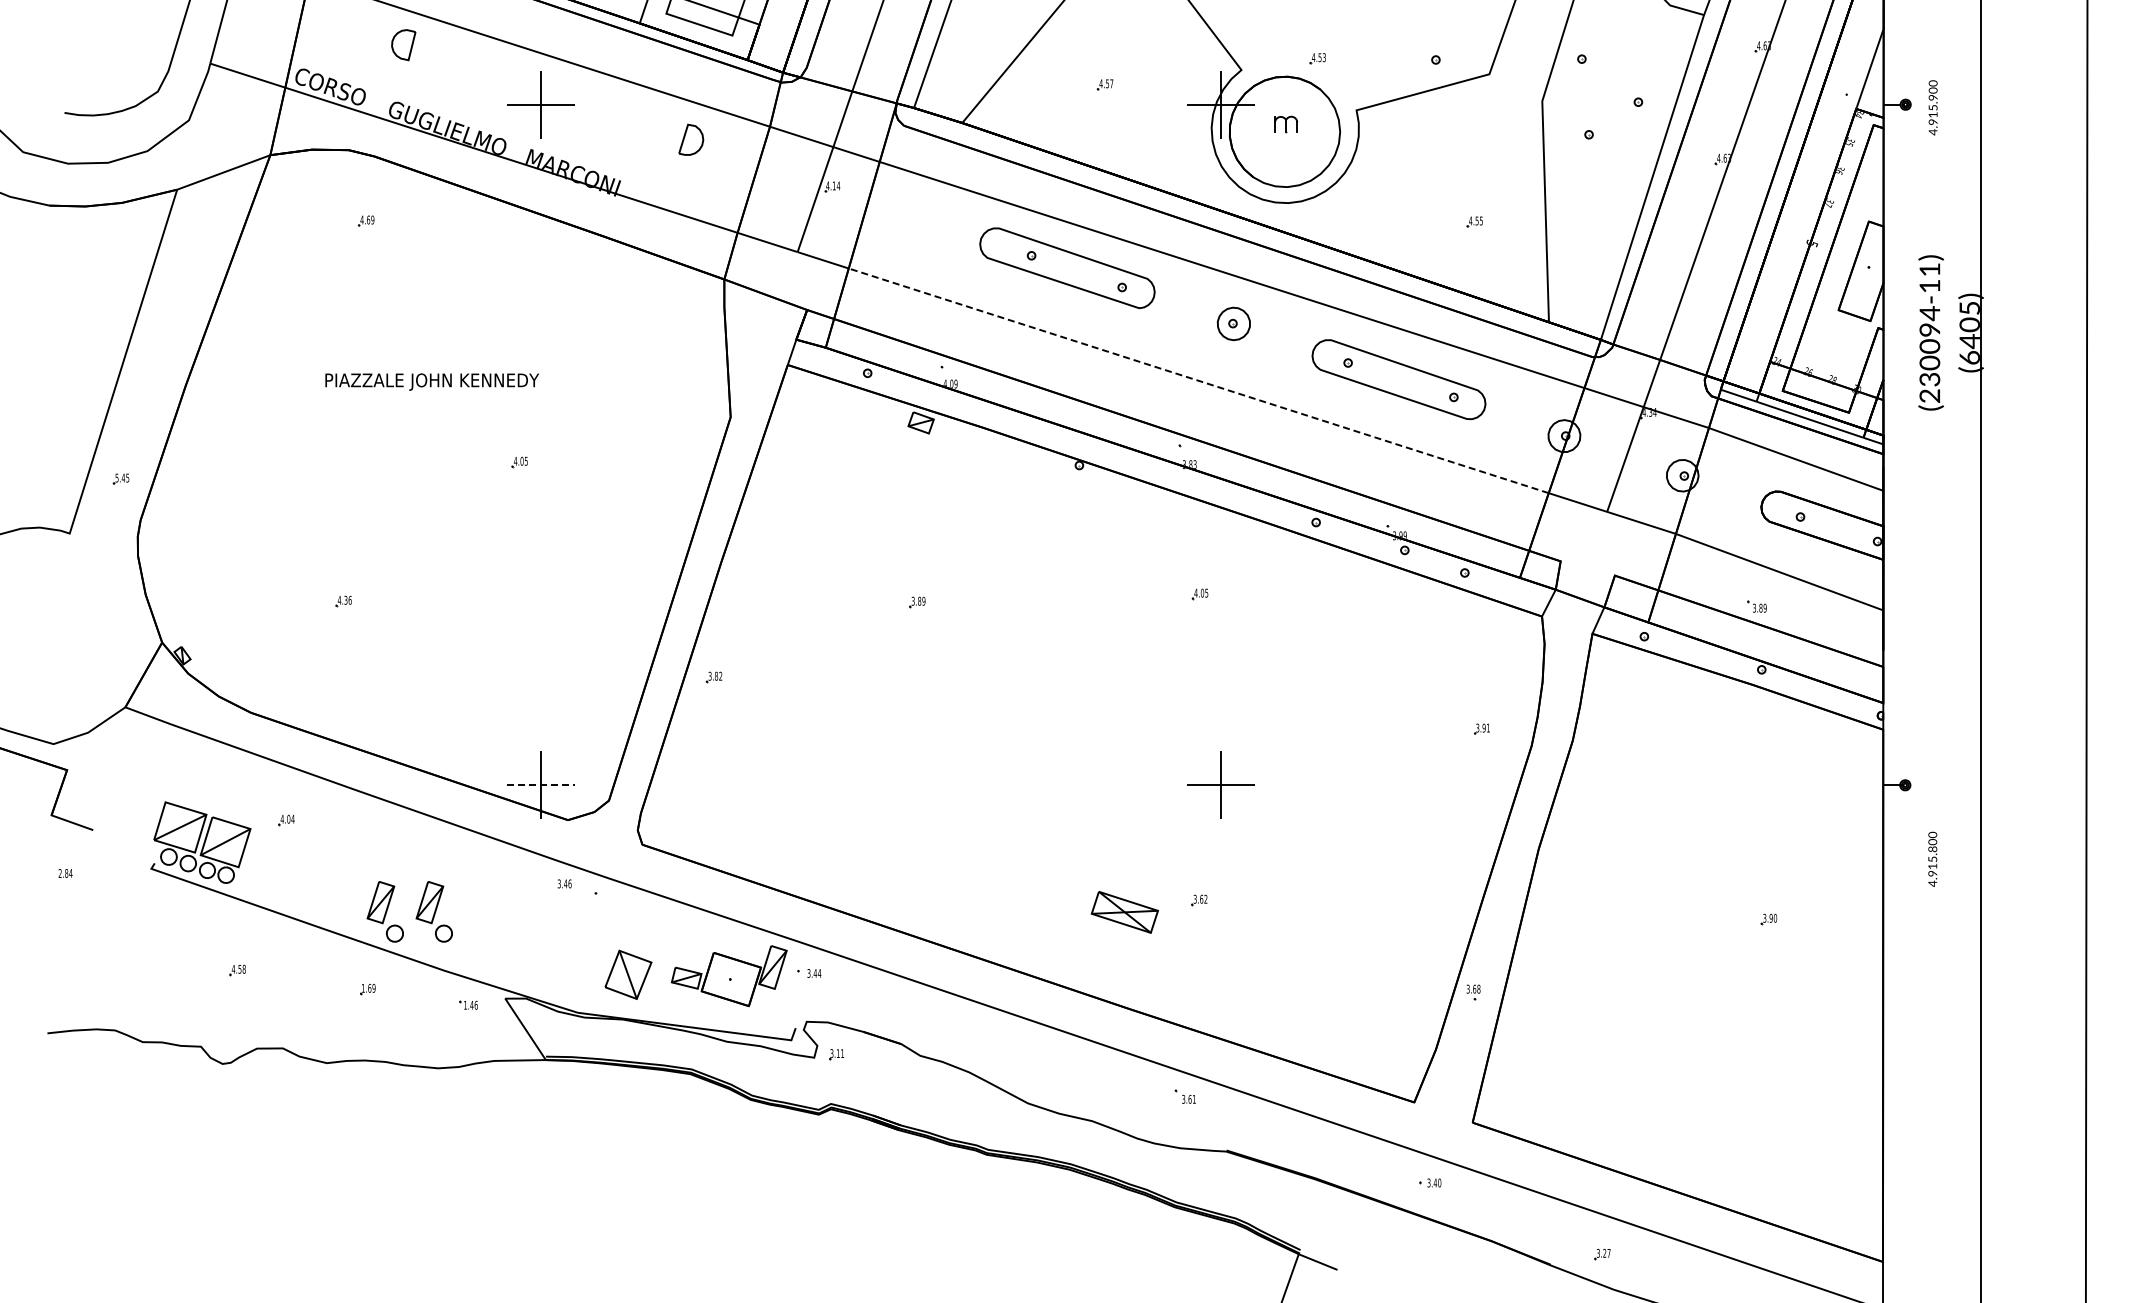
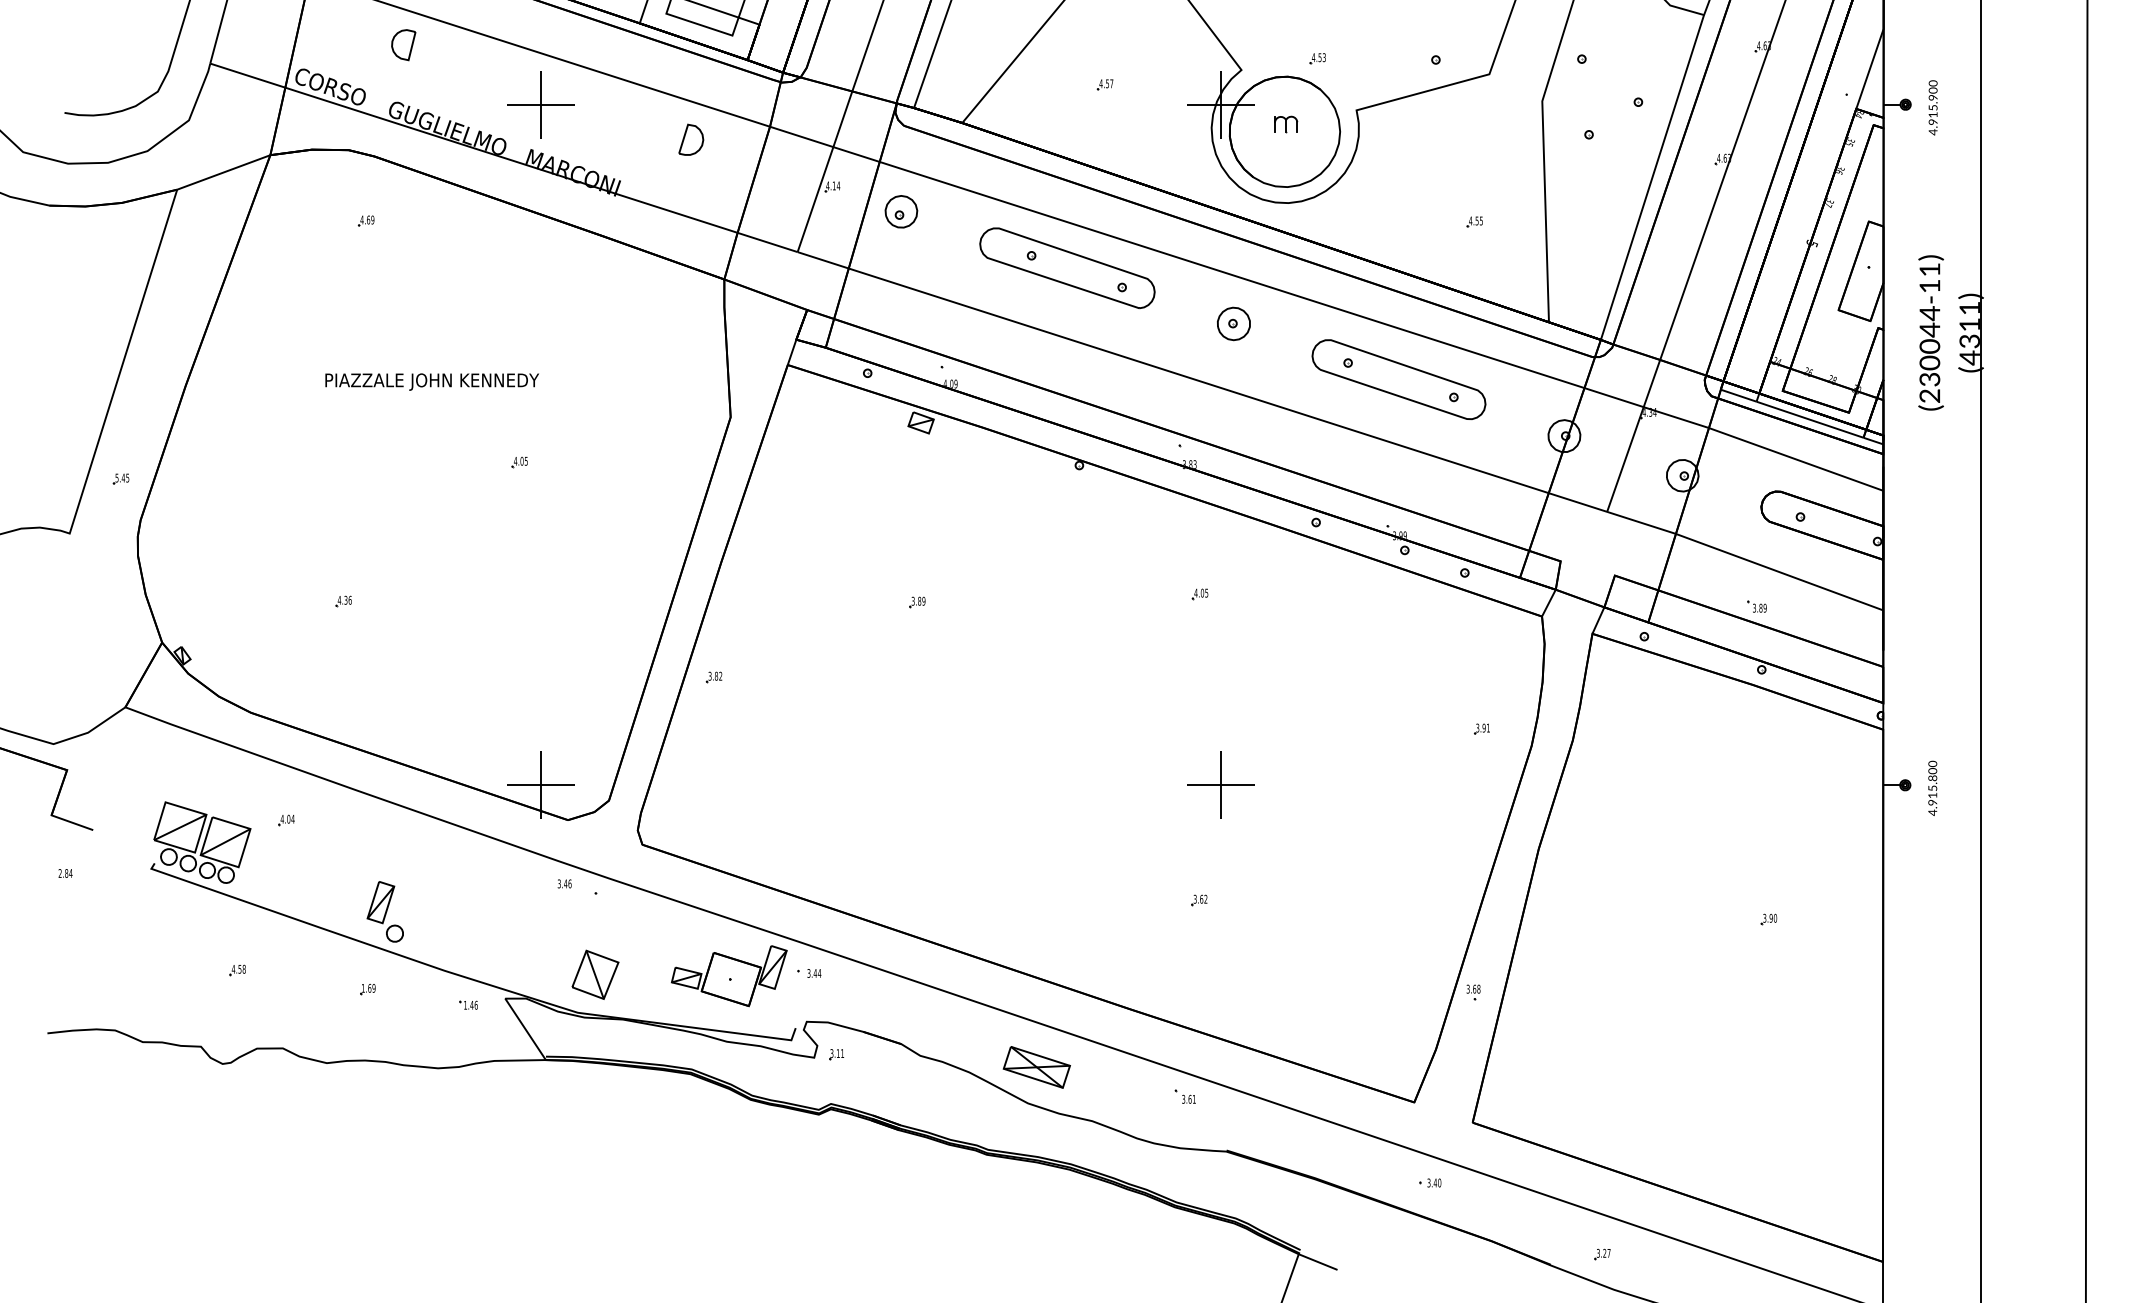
part at (901, 211): none -> present
text at (1929, 329): (230094-11) -> (230044-11)
text at (1969, 333): (6405) -> (4311)
line at (1198, 380): dashed -> solid
line at (541, 785): dashed -> solid
text at (1932, 858) position: (1932, 858) -> (1932, 787)
part at (433, 911): present -> none
part at (1124, 912) position: (1124, 912) -> (1036, 1067)
part at (628, 974) position: (628, 974) -> (595, 974)
